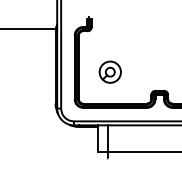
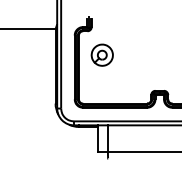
part at (109, 71) position: (109, 71) -> (101, 54)
